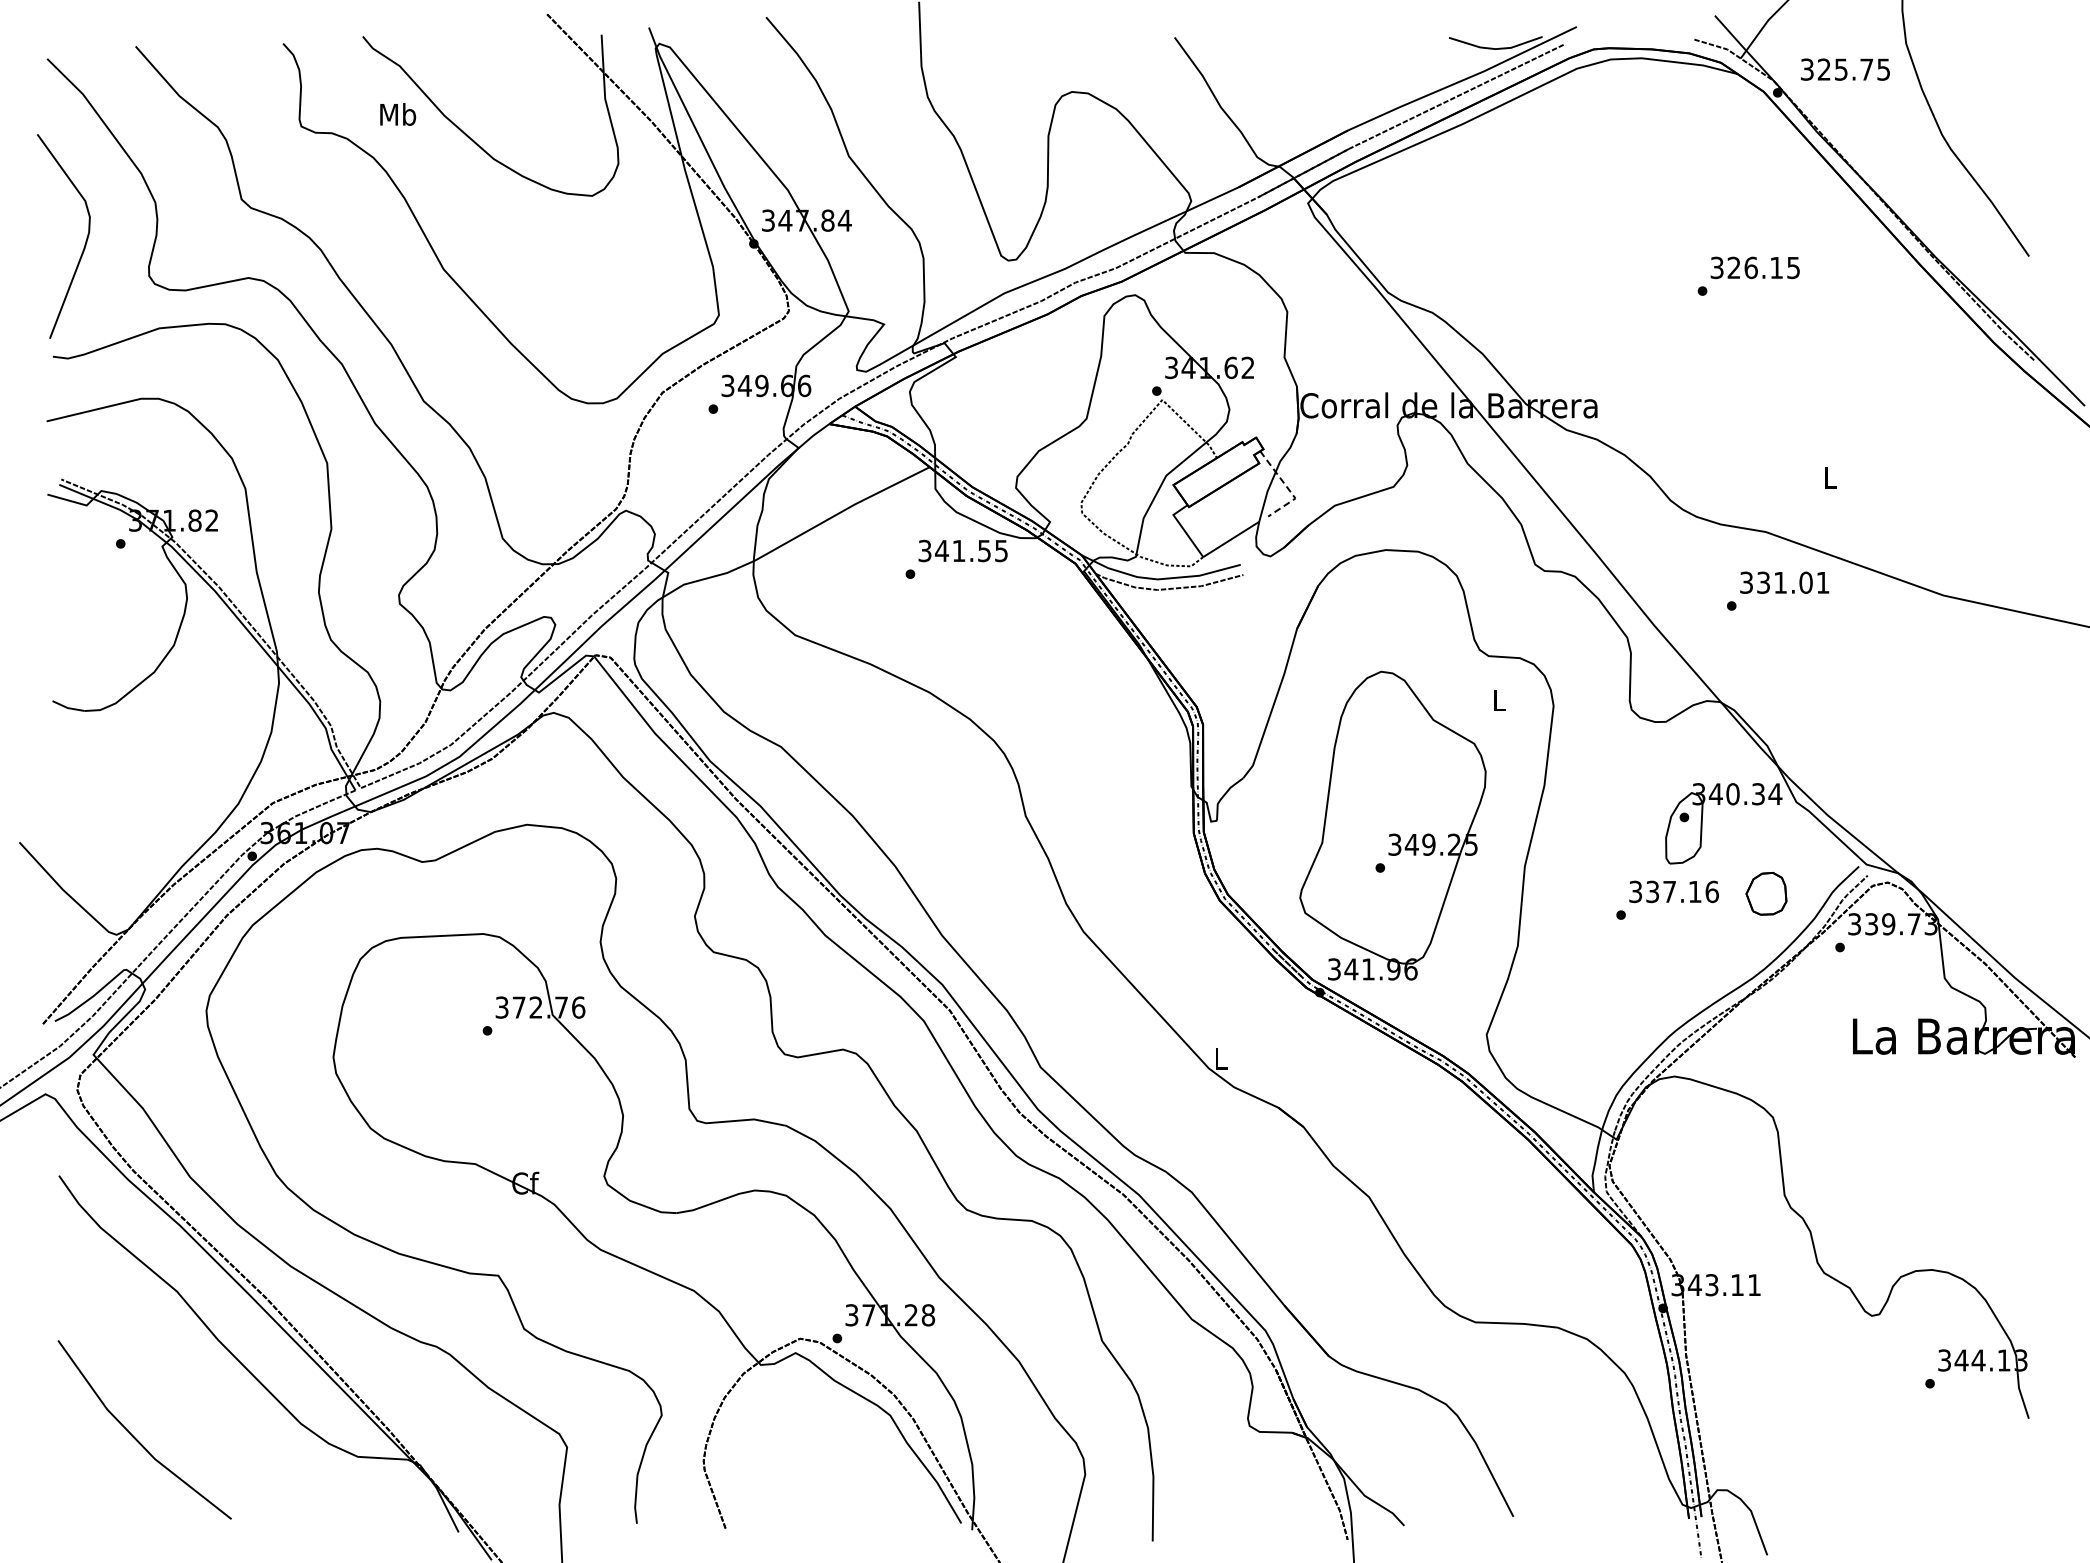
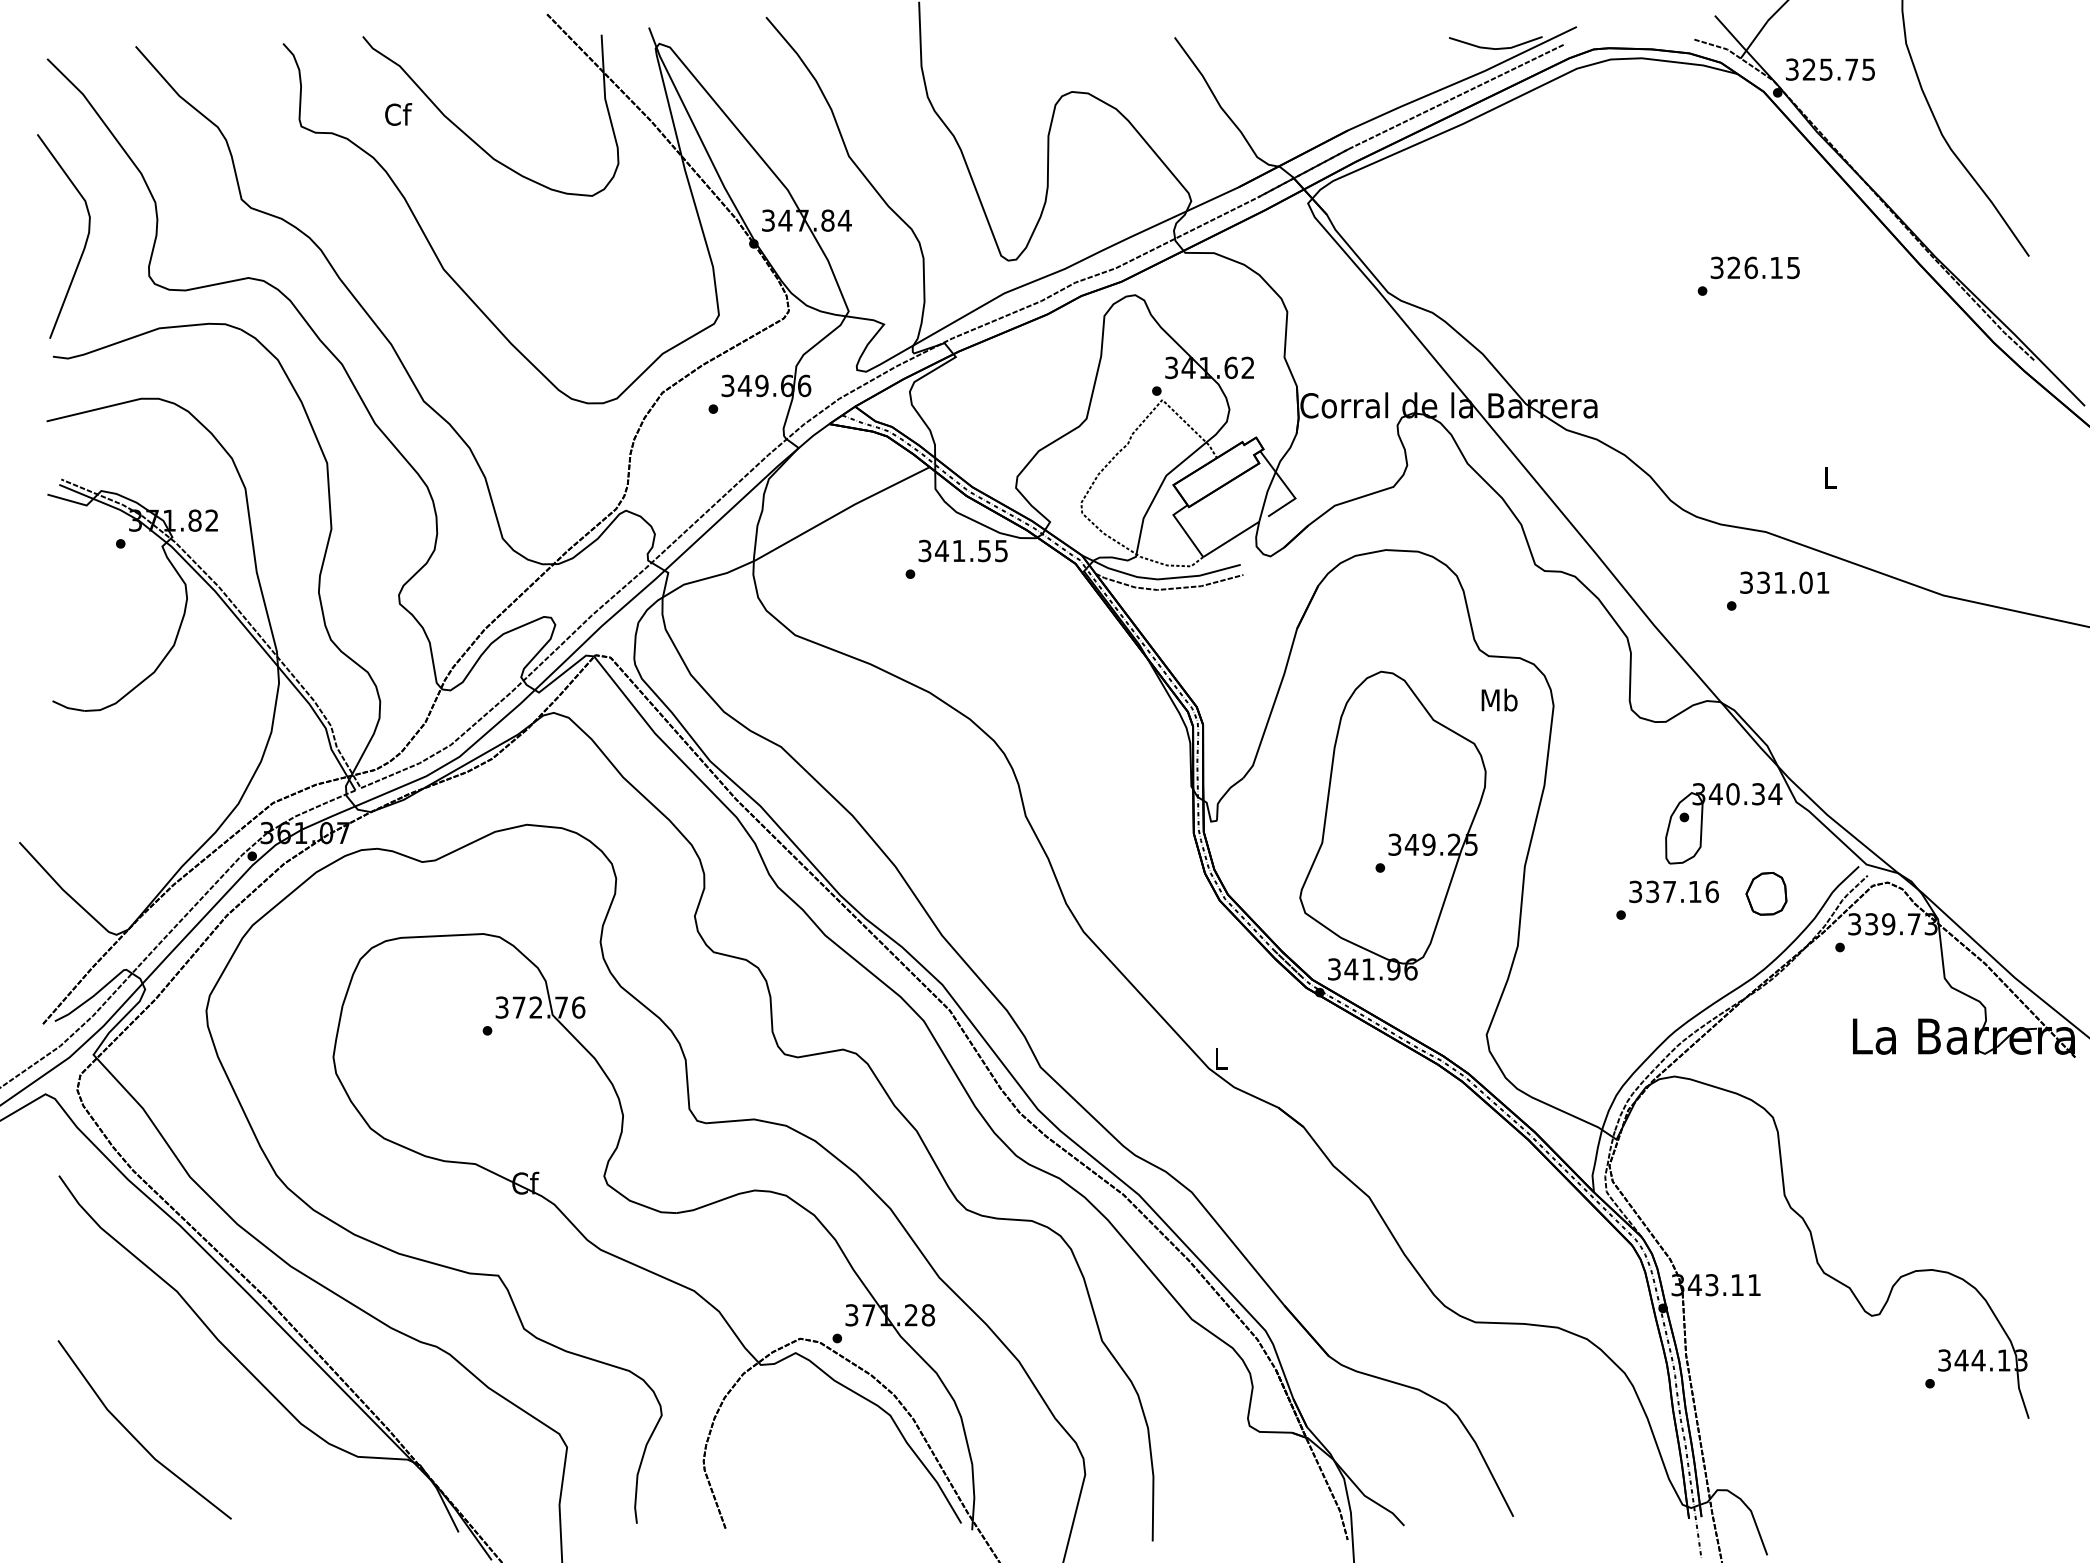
text at (1845, 69) position: (1845, 69) -> (1830, 69)
text at (398, 114): Mb -> Cf
line at (1288, 488): dashed -> solid
text at (1499, 699): L -> Mb
